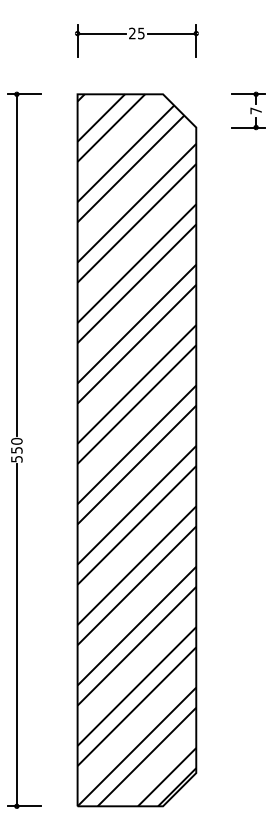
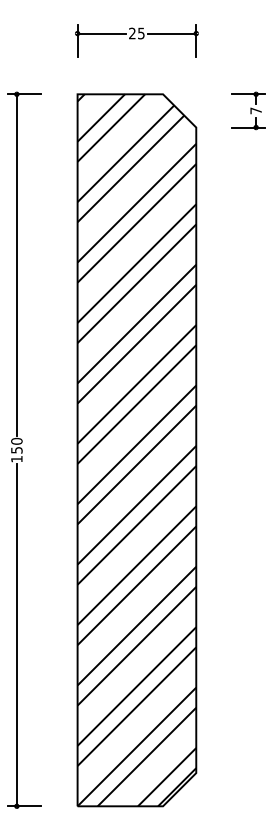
text at (16, 459): 550 -> 150
